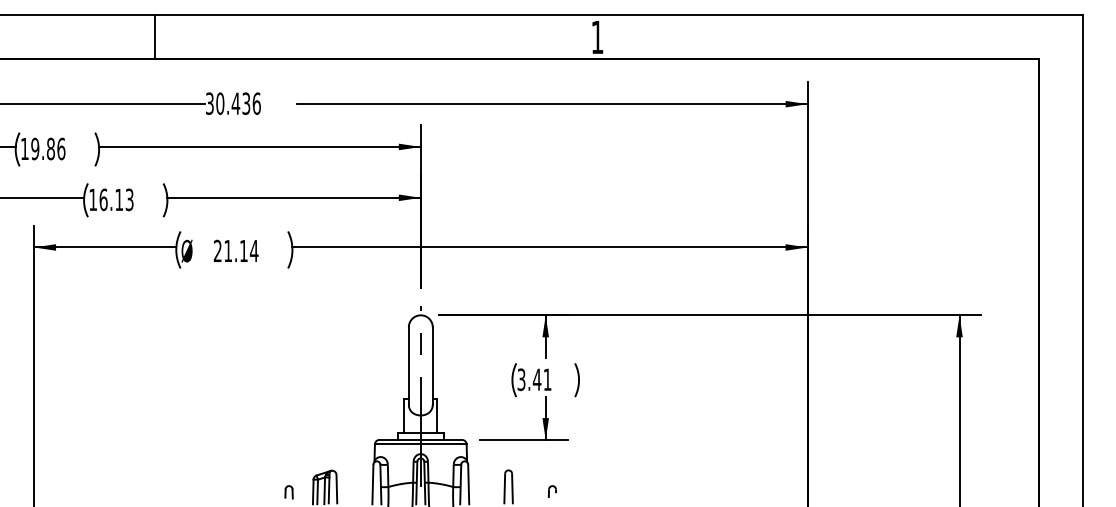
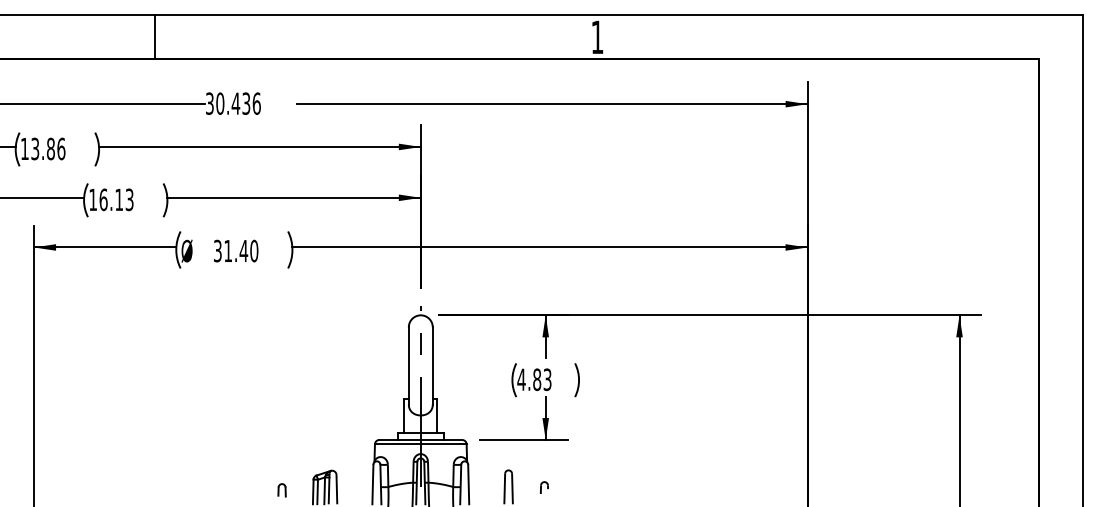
text at (35, 148): 19.86 -> 13.86
text at (235, 250): 21.14 -> 31.40
text at (534, 379): 3.41 -> 4.83
part at (552, 491) position: (552, 491) -> (544, 487)
part at (288, 492) position: (288, 492) -> (281, 490)
